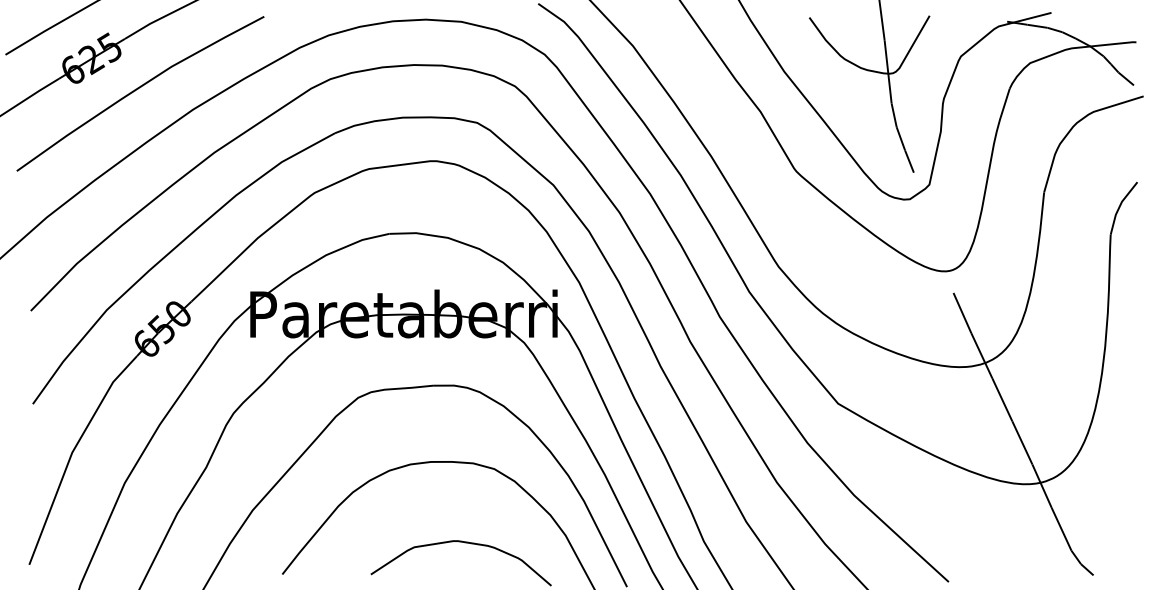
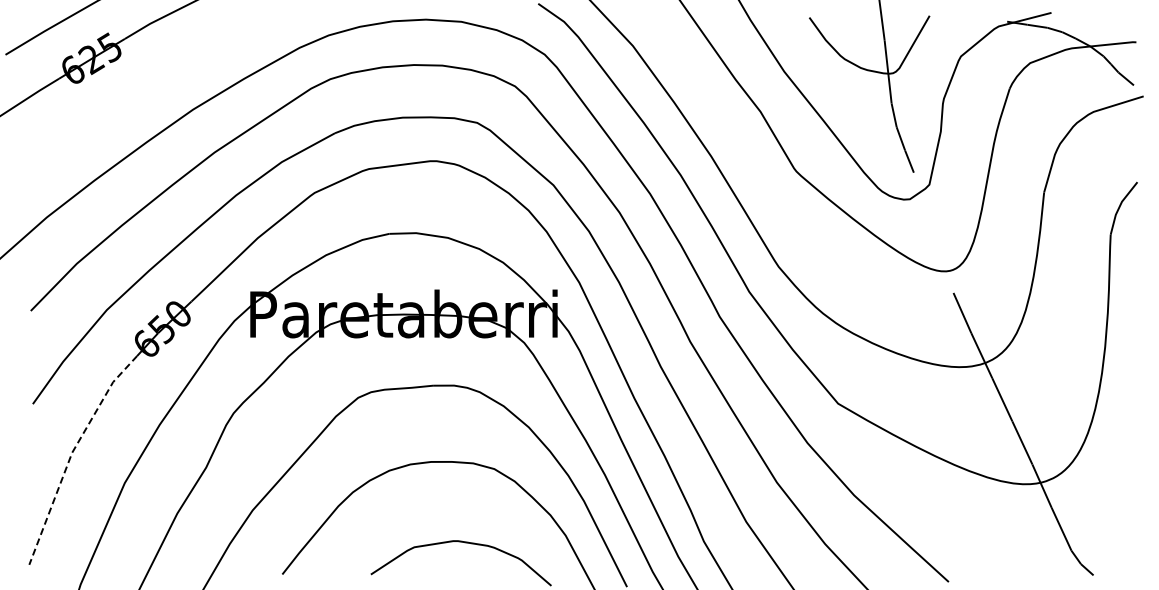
curve at (138, 89): present -> none
line at (71, 453): solid -> dashed
